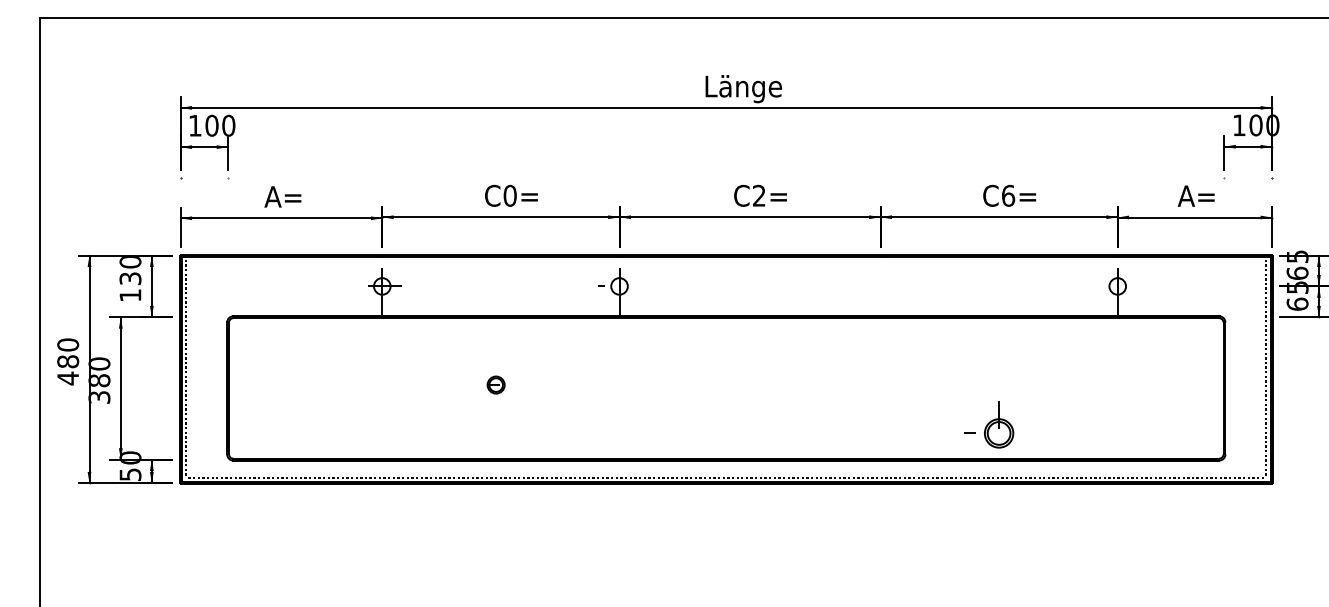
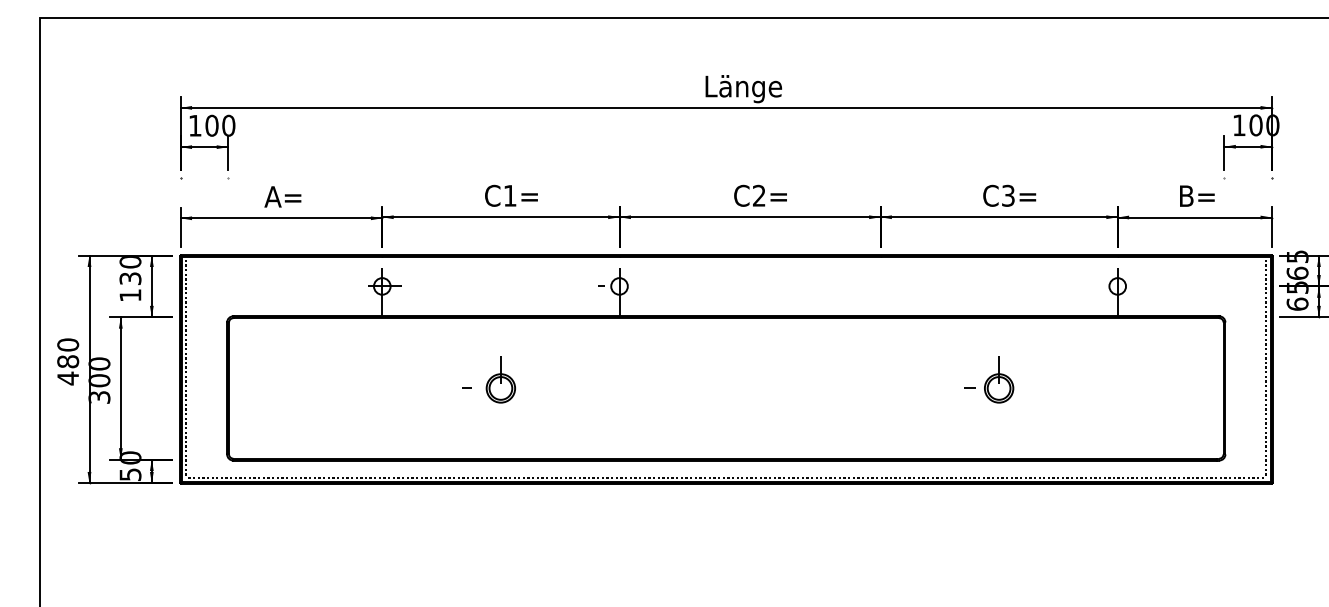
text at (509, 195): C0= -> C1=
text at (1008, 195): C6= -> C3=
text at (1185, 195): A= -> B=
text at (99, 380): 380 -> 300
part at (495, 384) size: 20x20 px -> 54x48 px
part at (989, 424) position: (989, 424) -> (989, 379)
